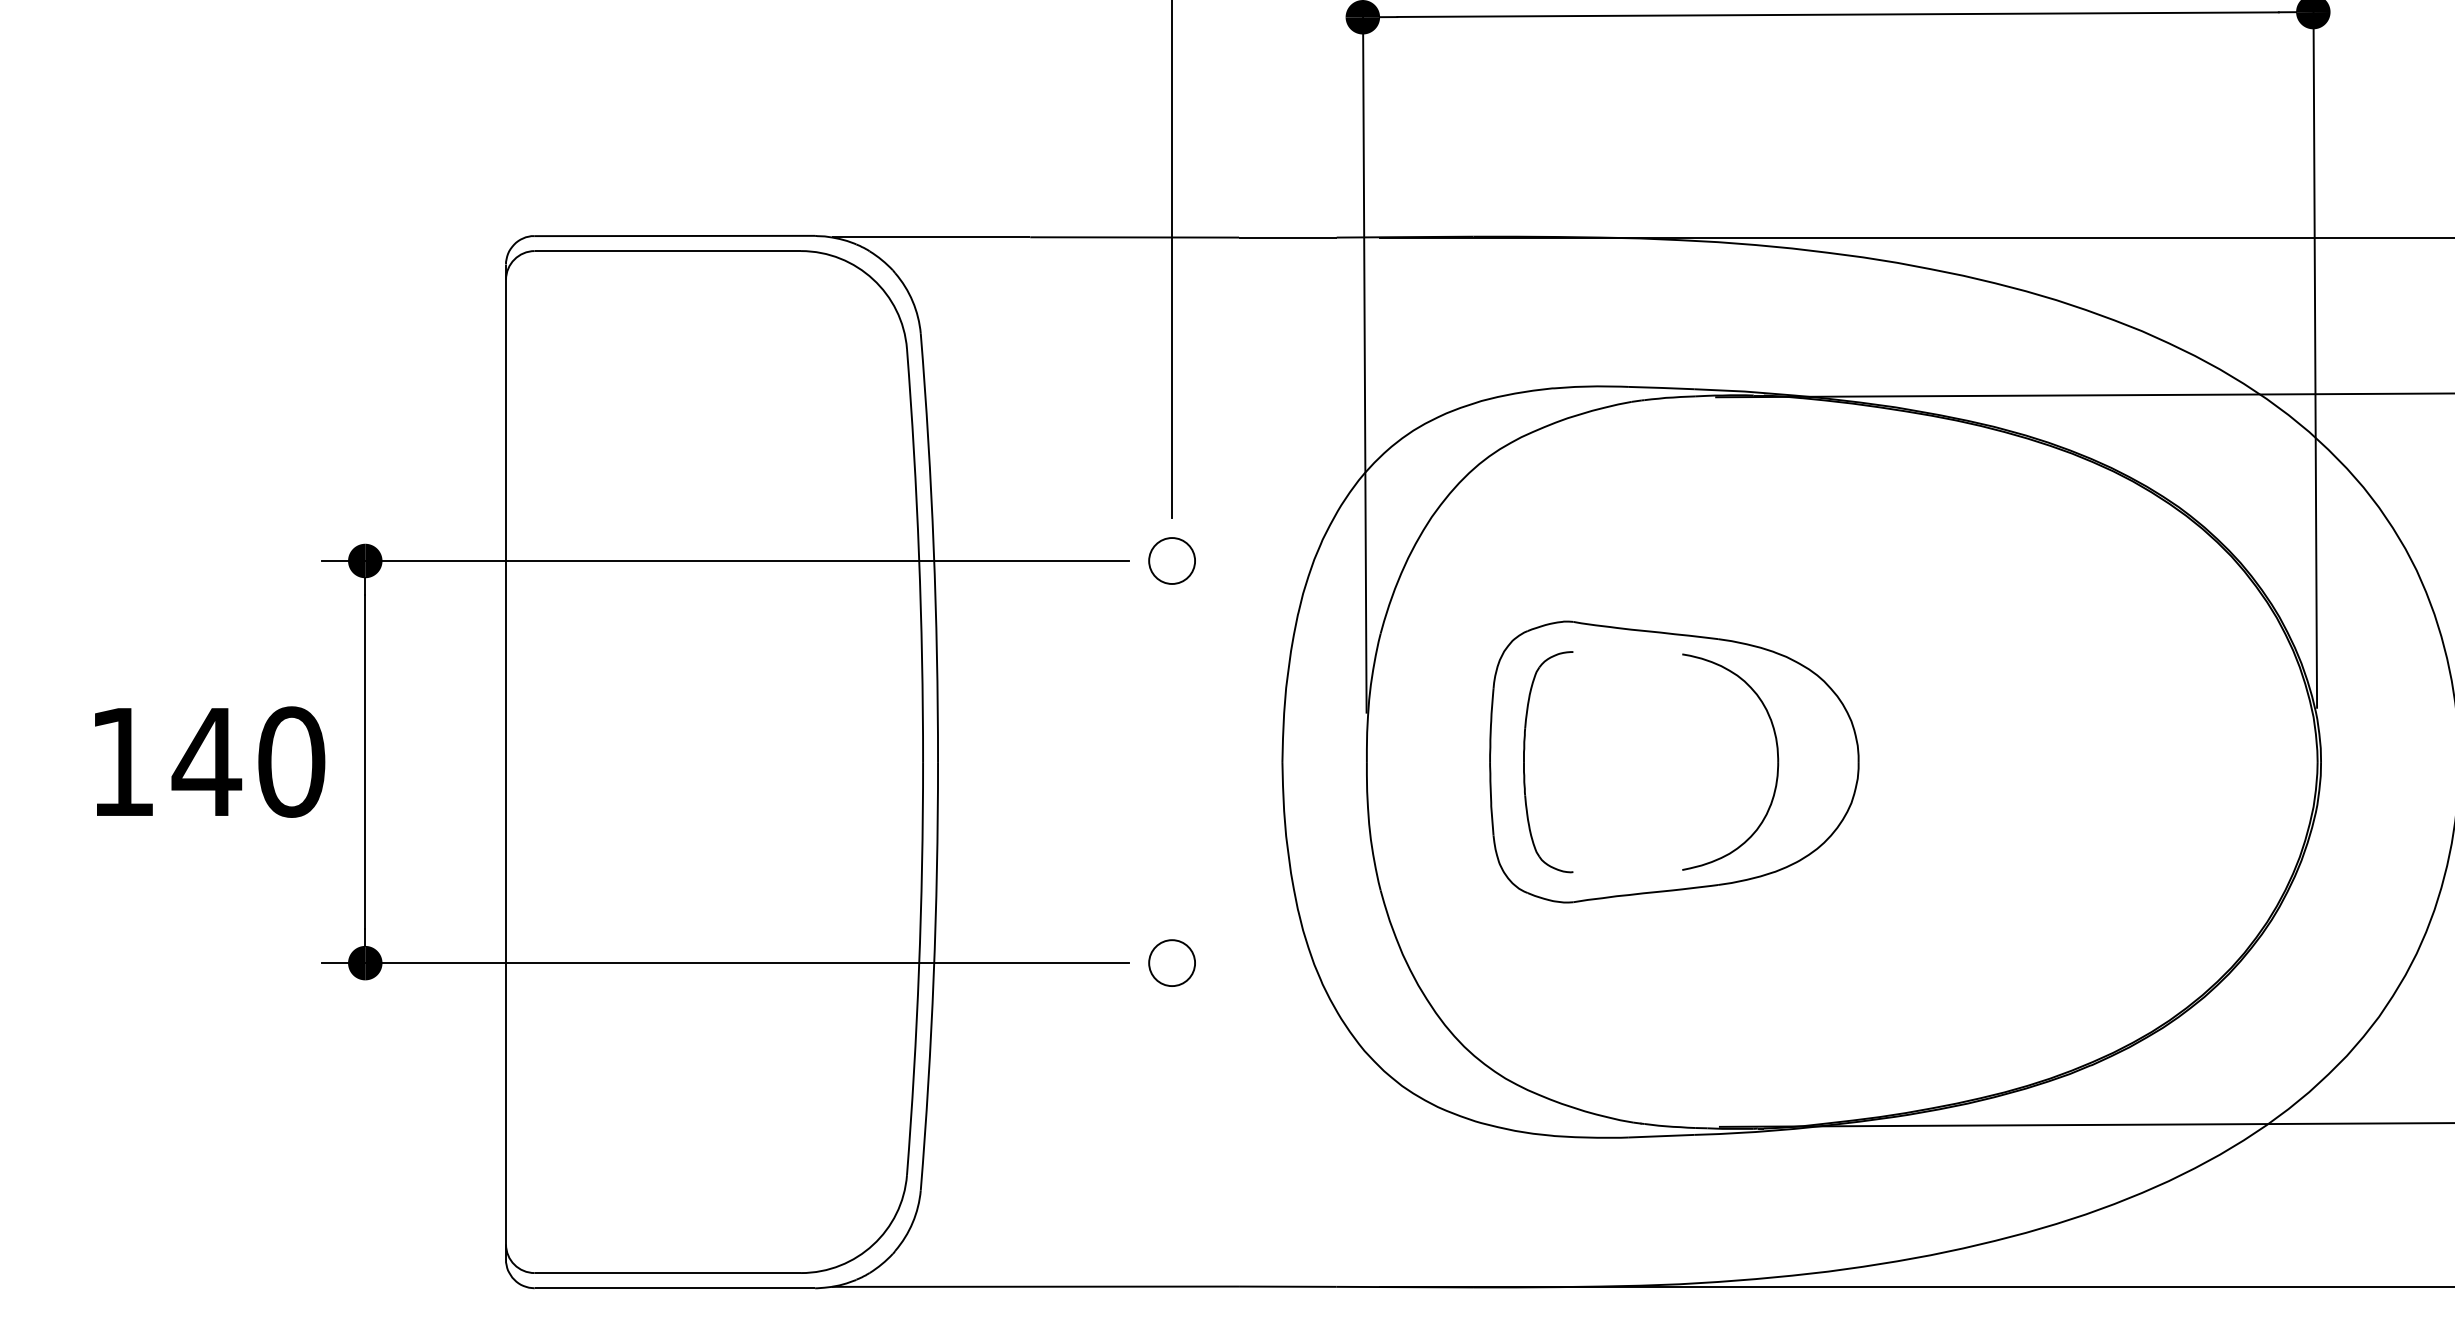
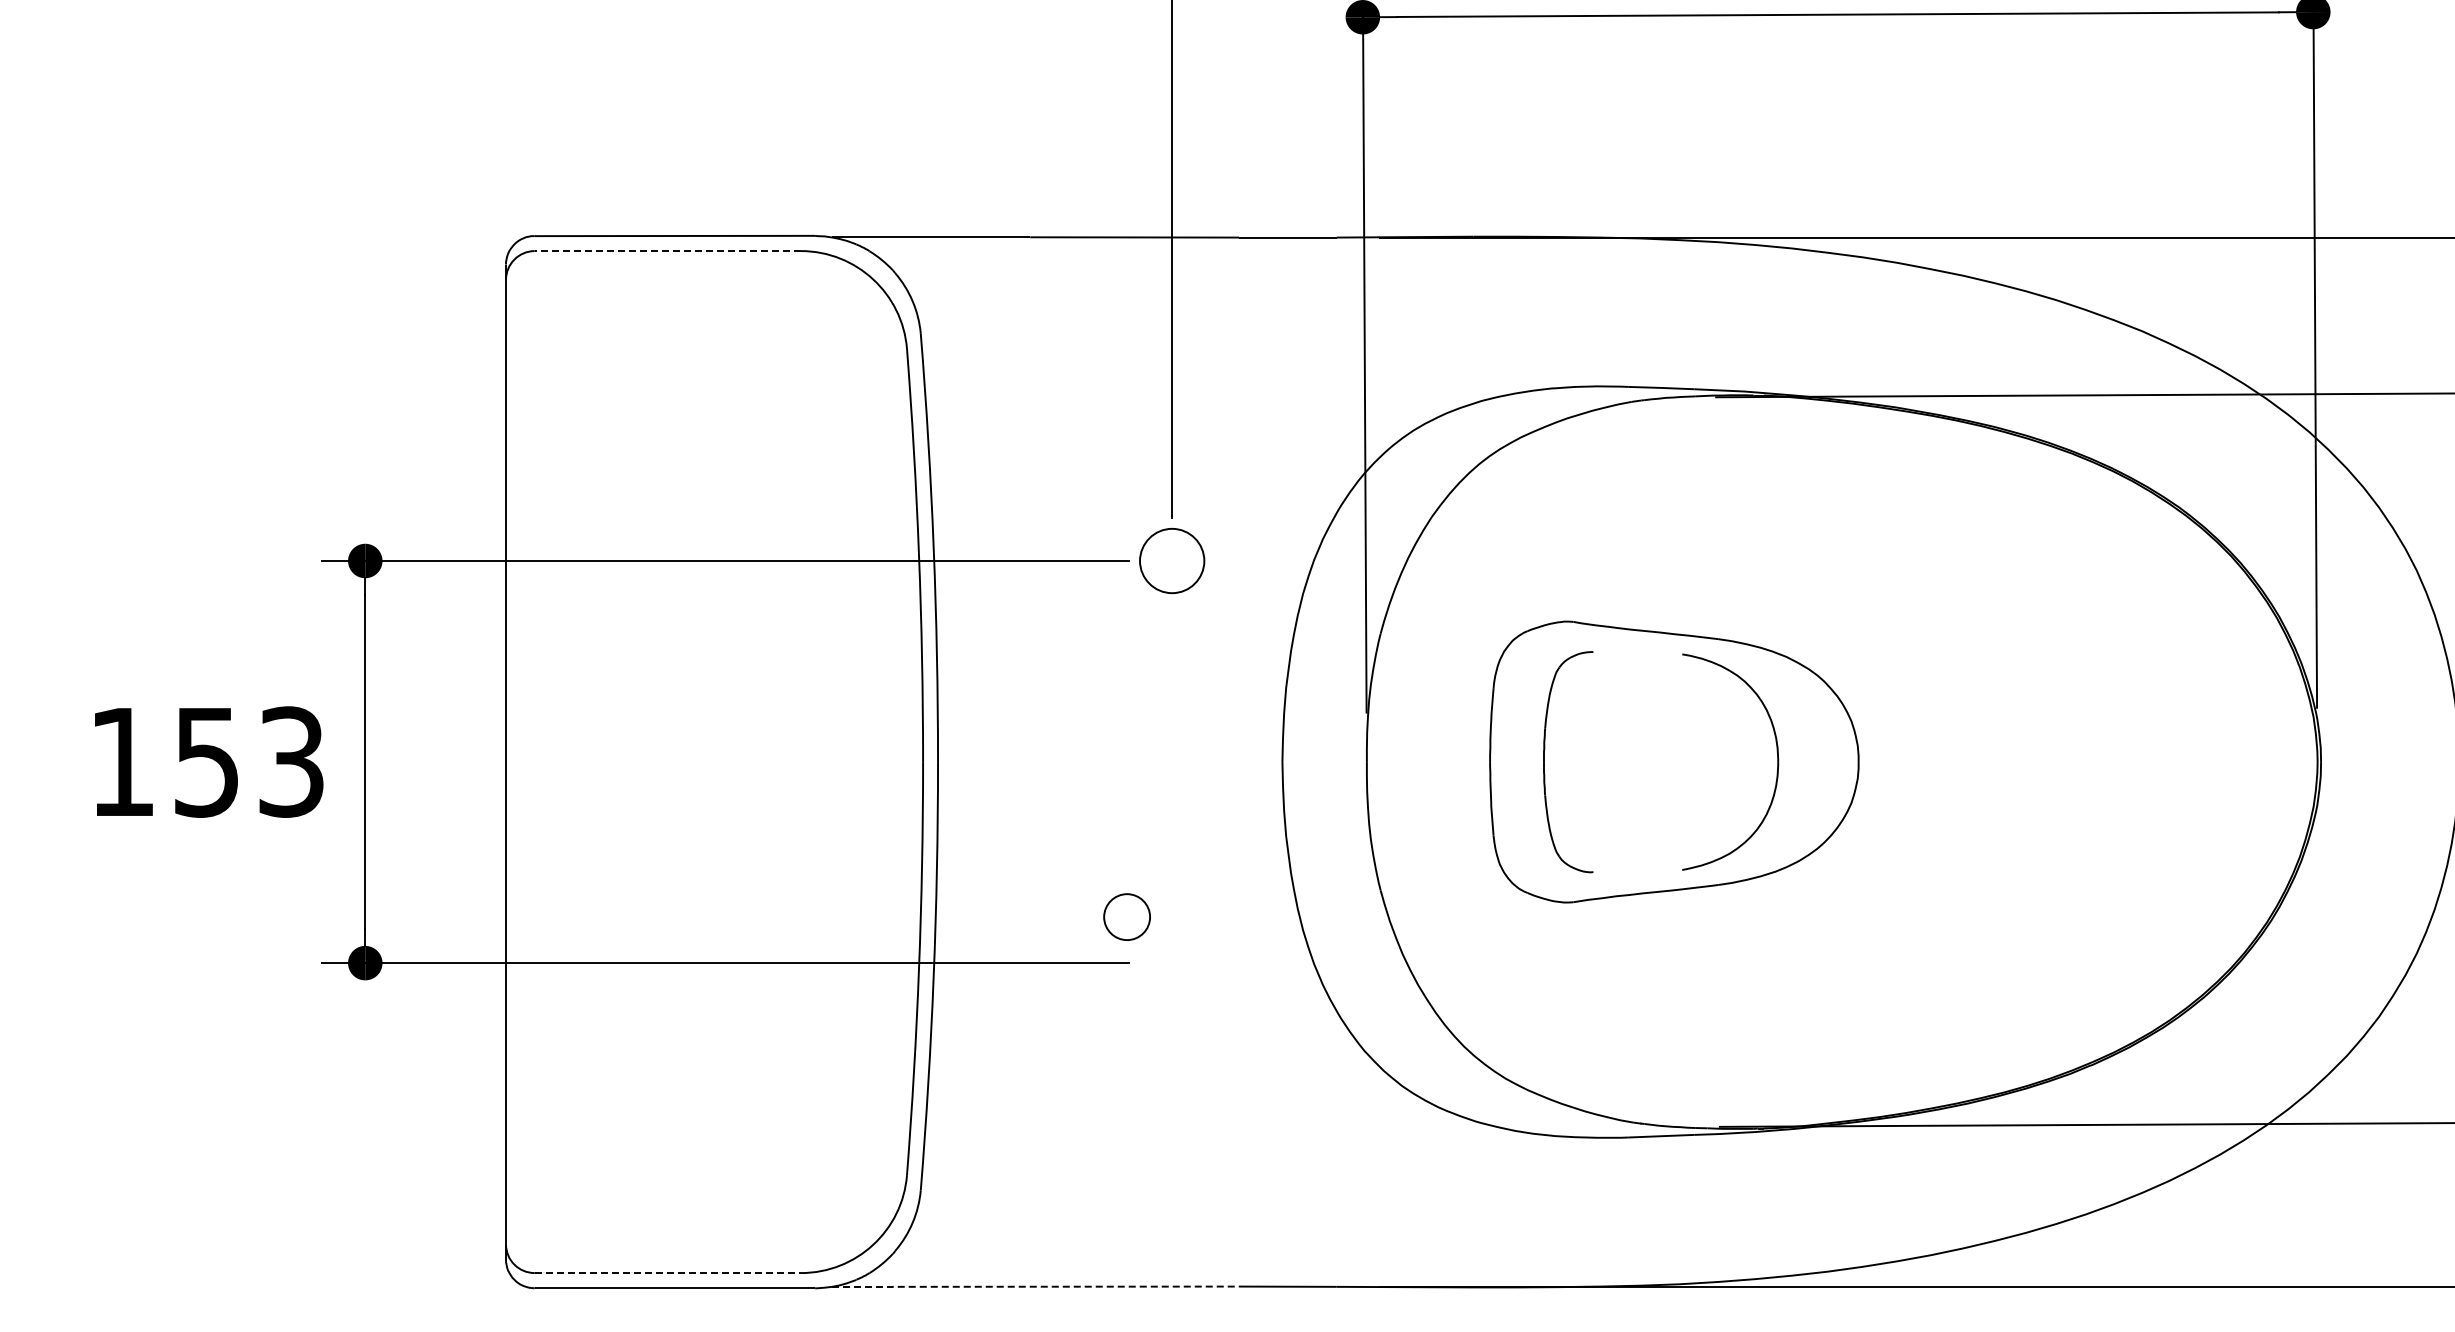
line at (667, 251): solid -> dashed
part at (1171, 560) size: 48x48 px -> 67x67 px
text at (248, 761): 140 -> 153
part at (1524, 762) position: (1524, 762) -> (1544, 762)
part at (1171, 962) position: (1171, 962) -> (1126, 916)
line at (668, 1273): solid -> dashed
line at (1035, 1286): solid -> dashed
